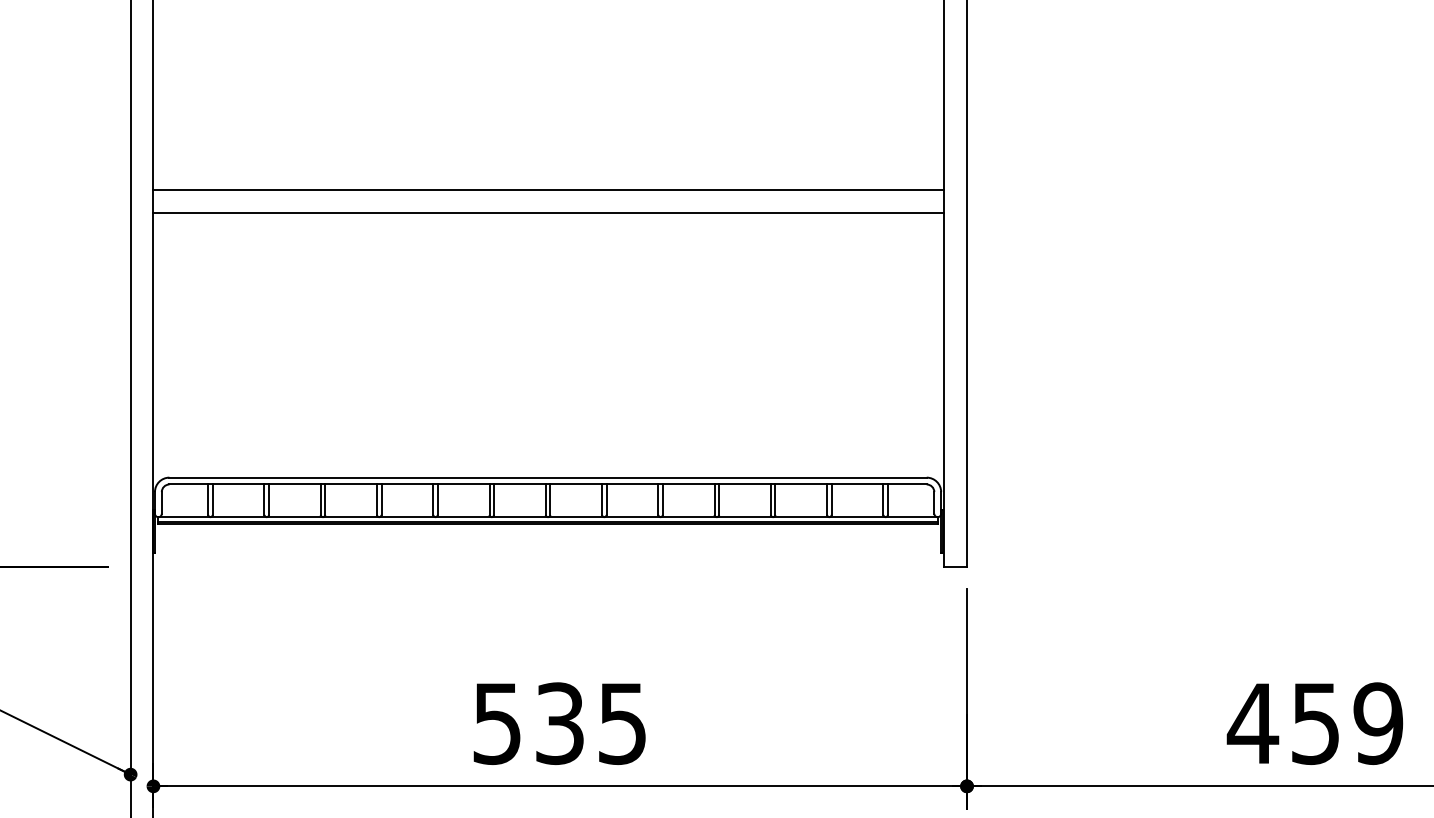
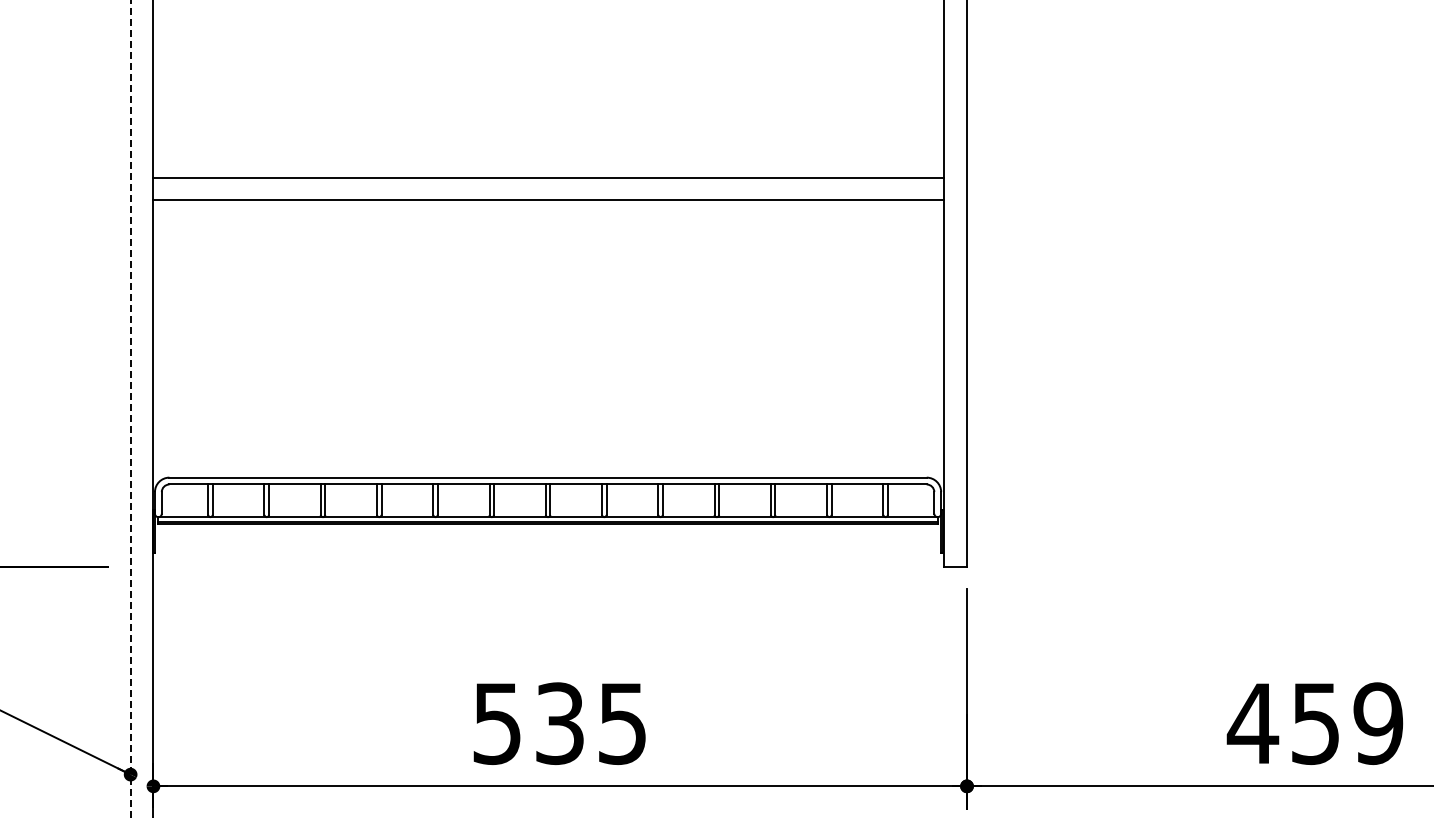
line at (548, 190) position: (548, 190) -> (548, 178)
line at (548, 213) position: (548, 213) -> (548, 200)
line at (130, 409): solid -> dashed
